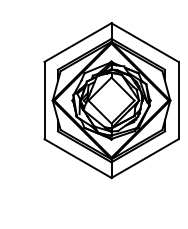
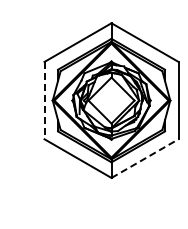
line at (44, 100): solid -> dashed
line at (145, 158): solid -> dashed
